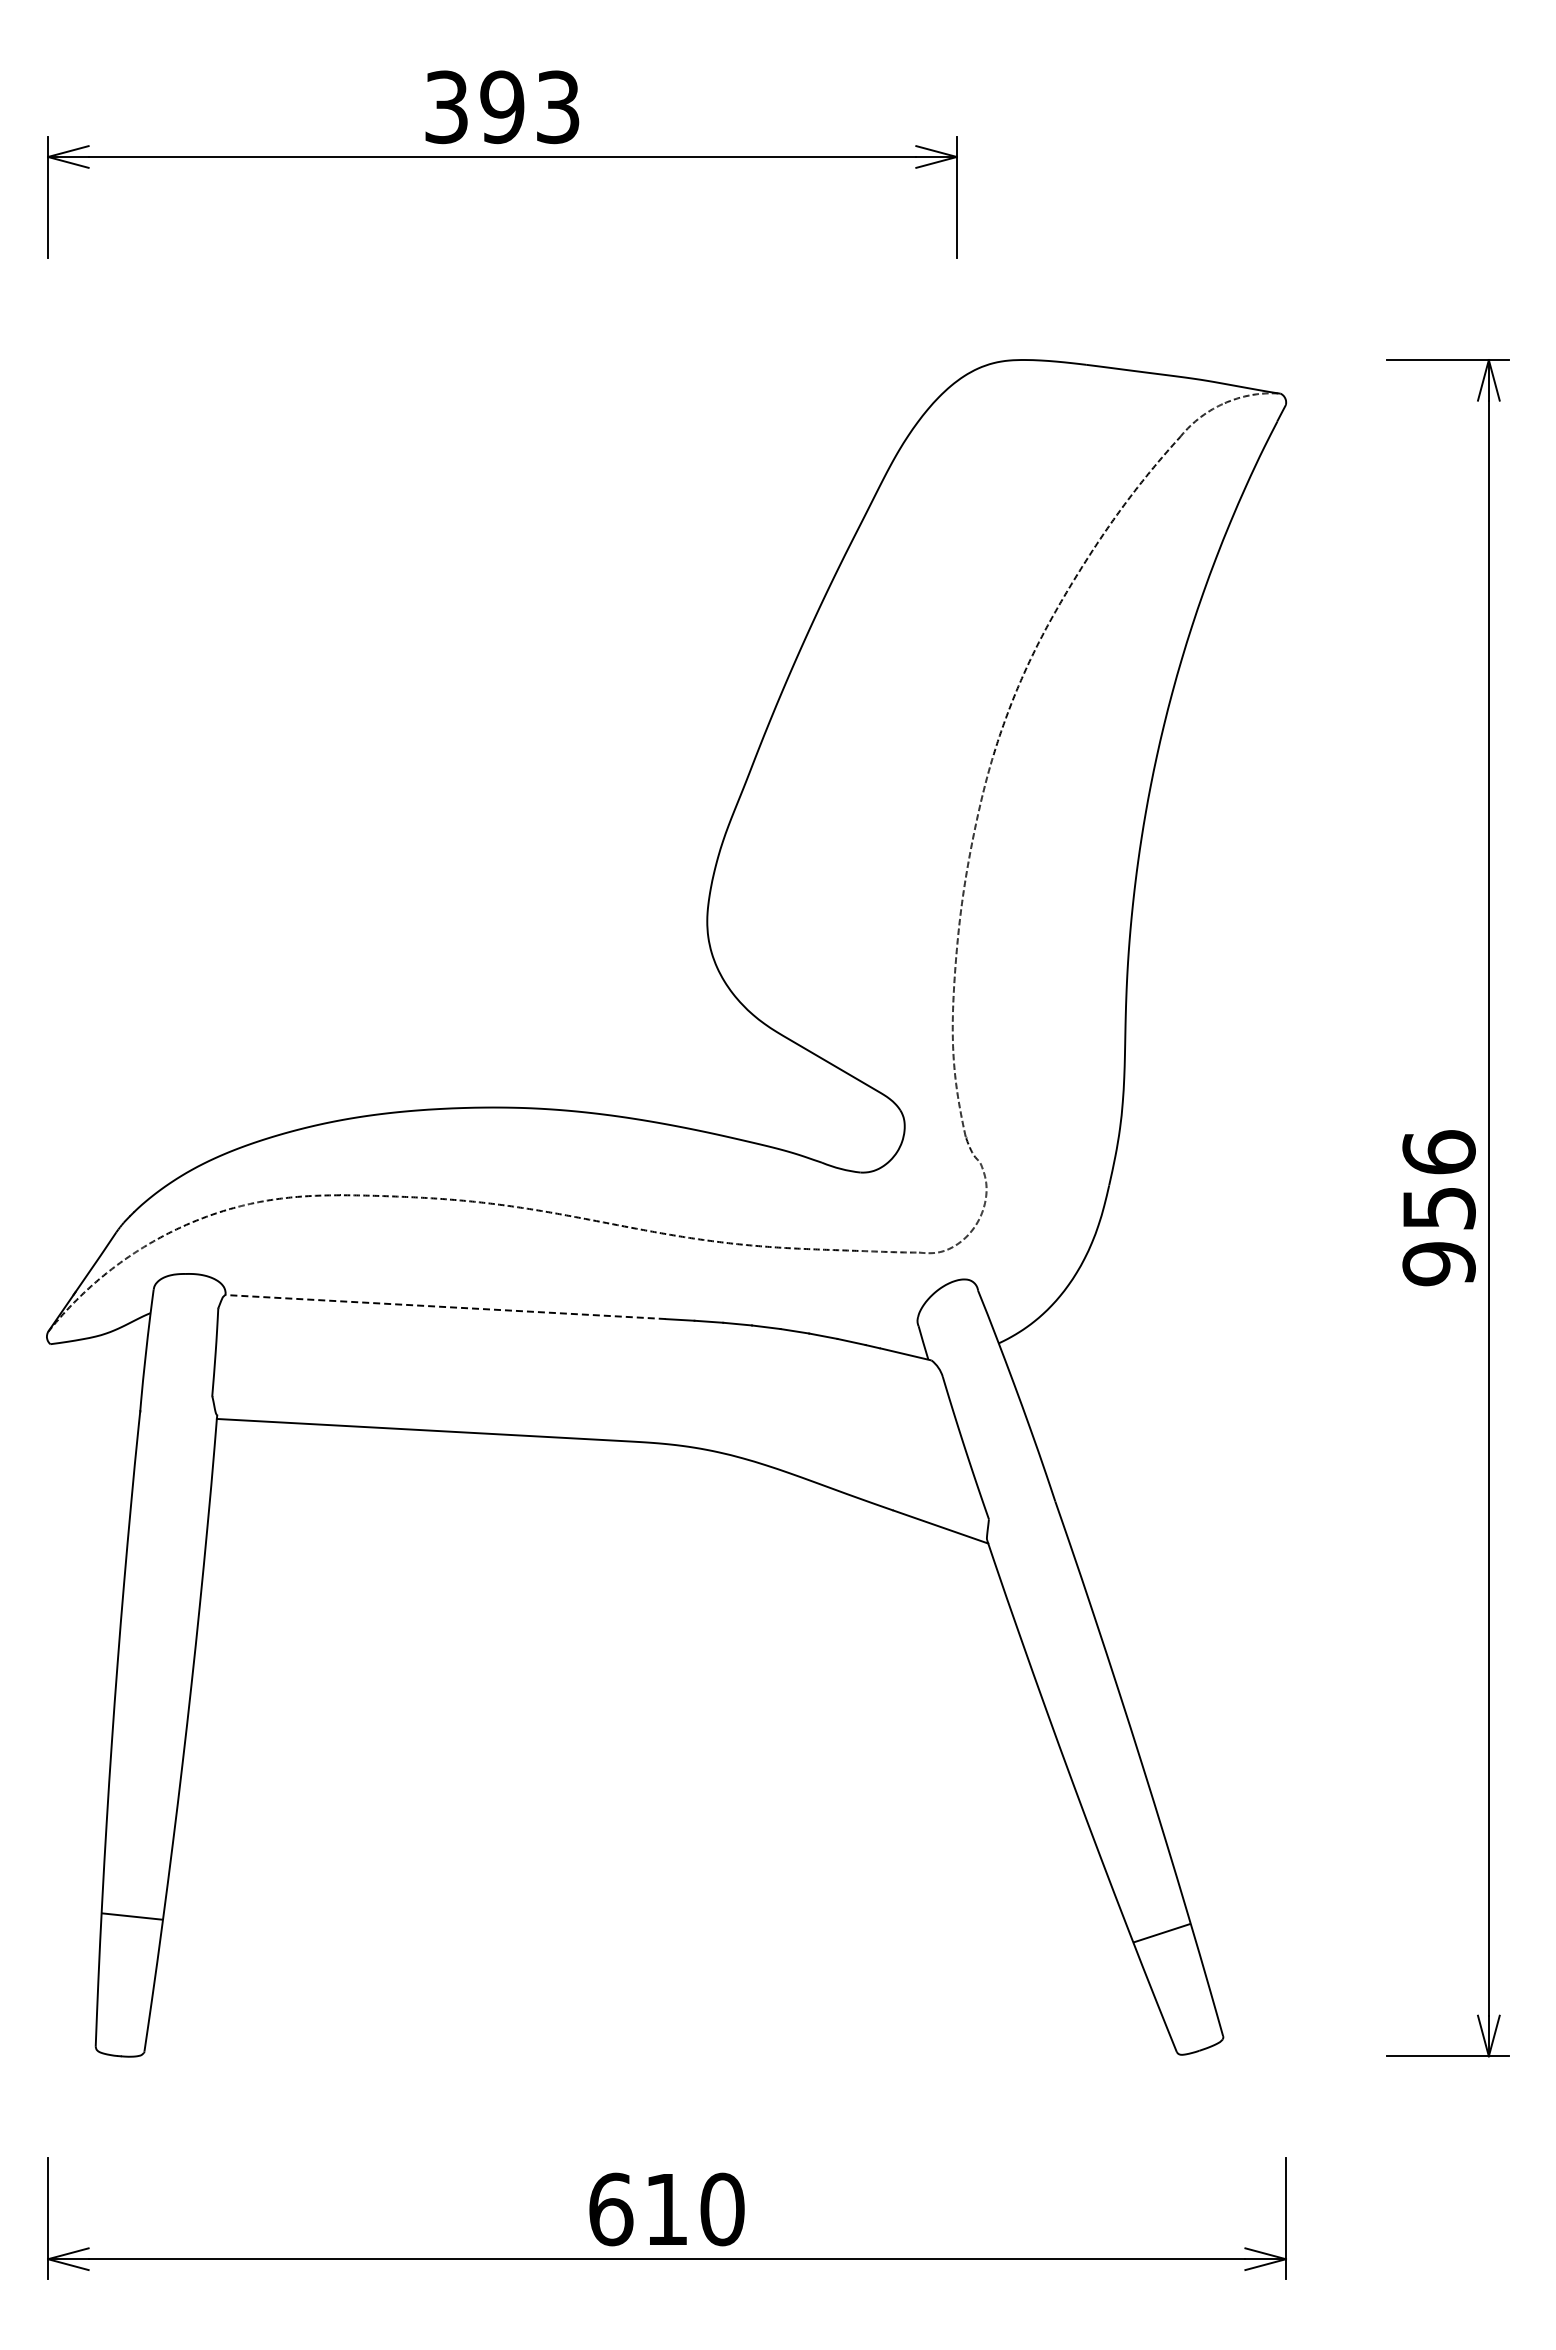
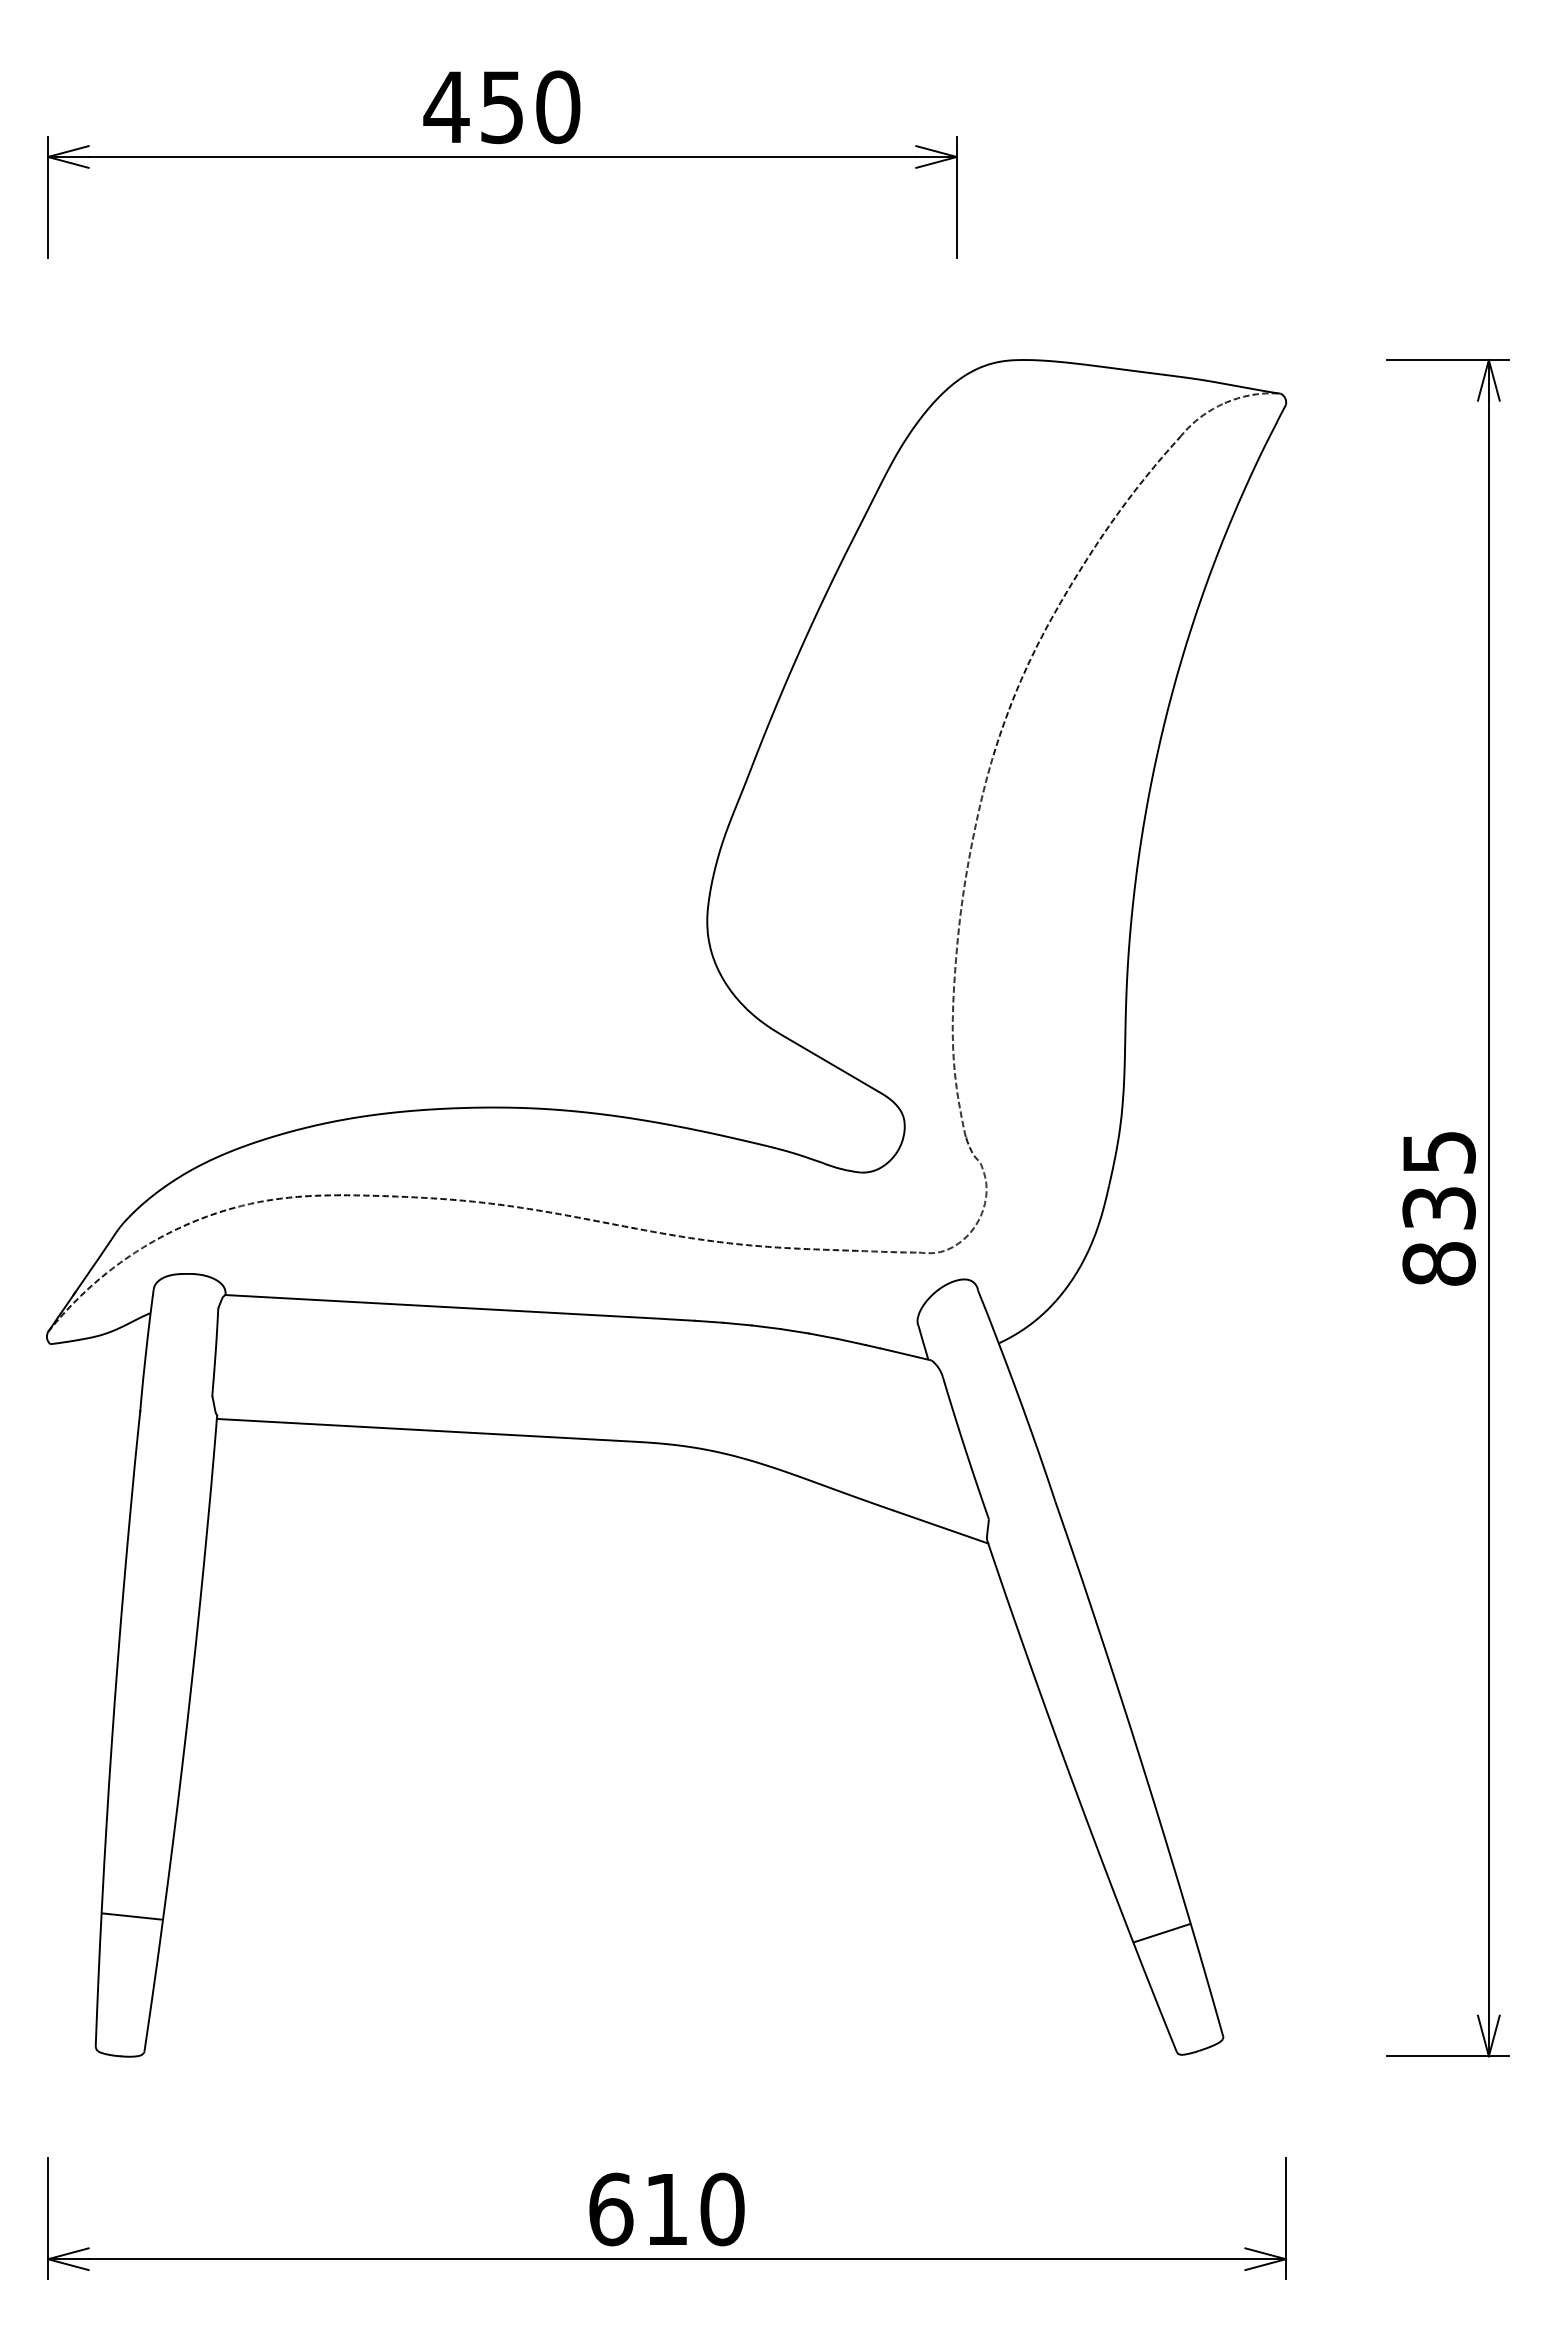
text at (501, 107): 393 -> 450
text at (1438, 1208): 956 -> 835
line at (445, 1307): dashed -> solid
